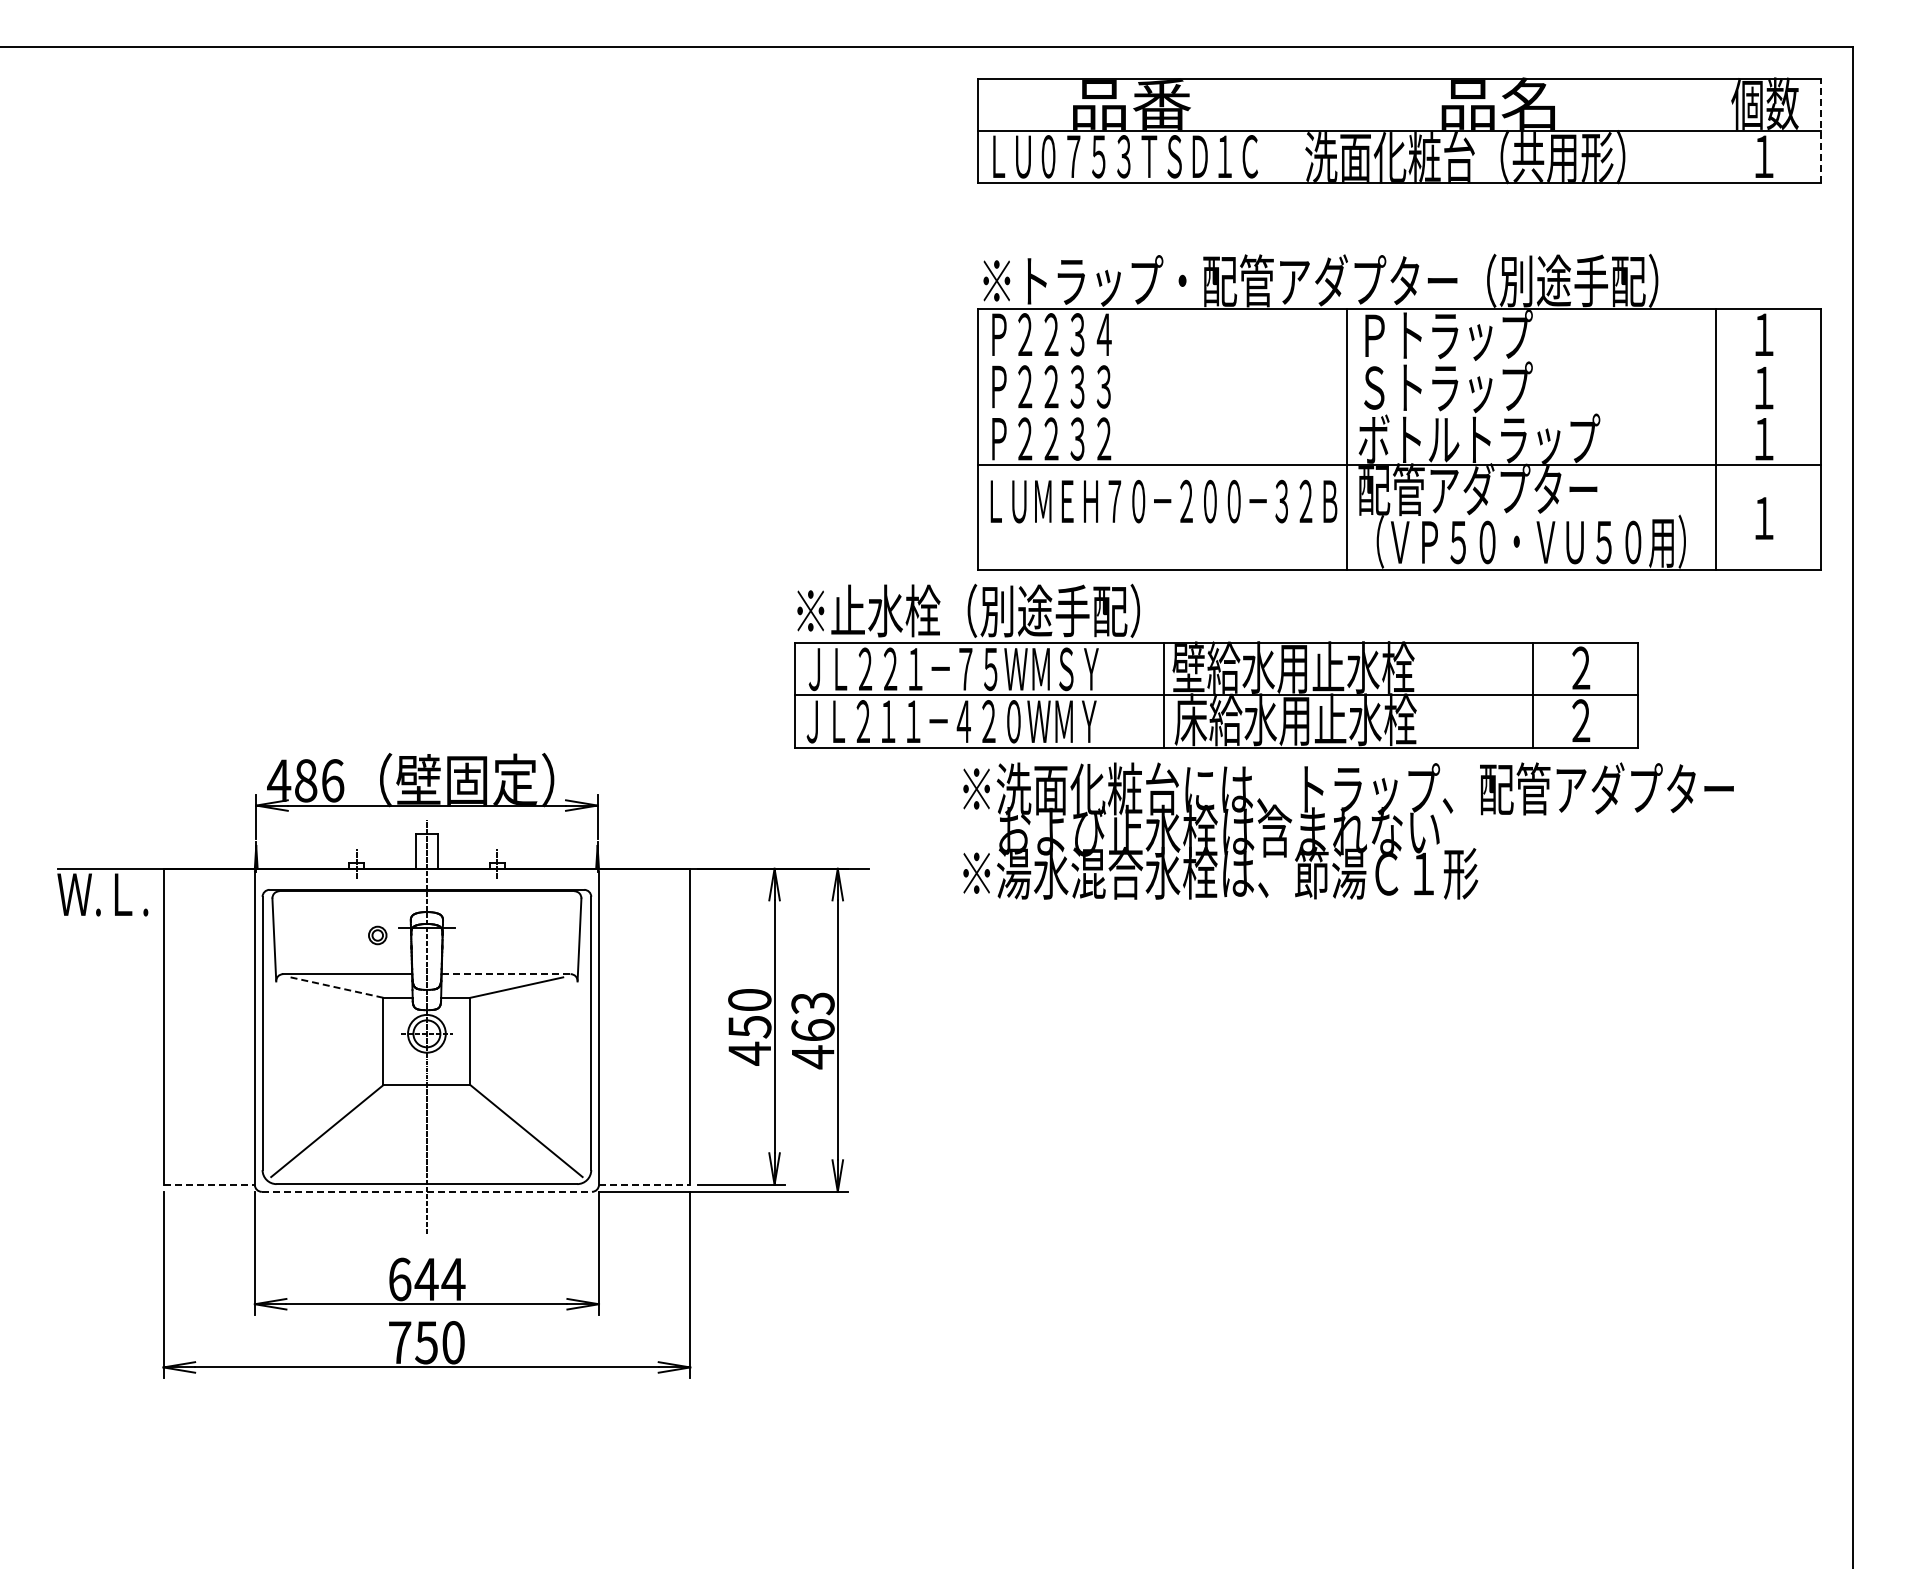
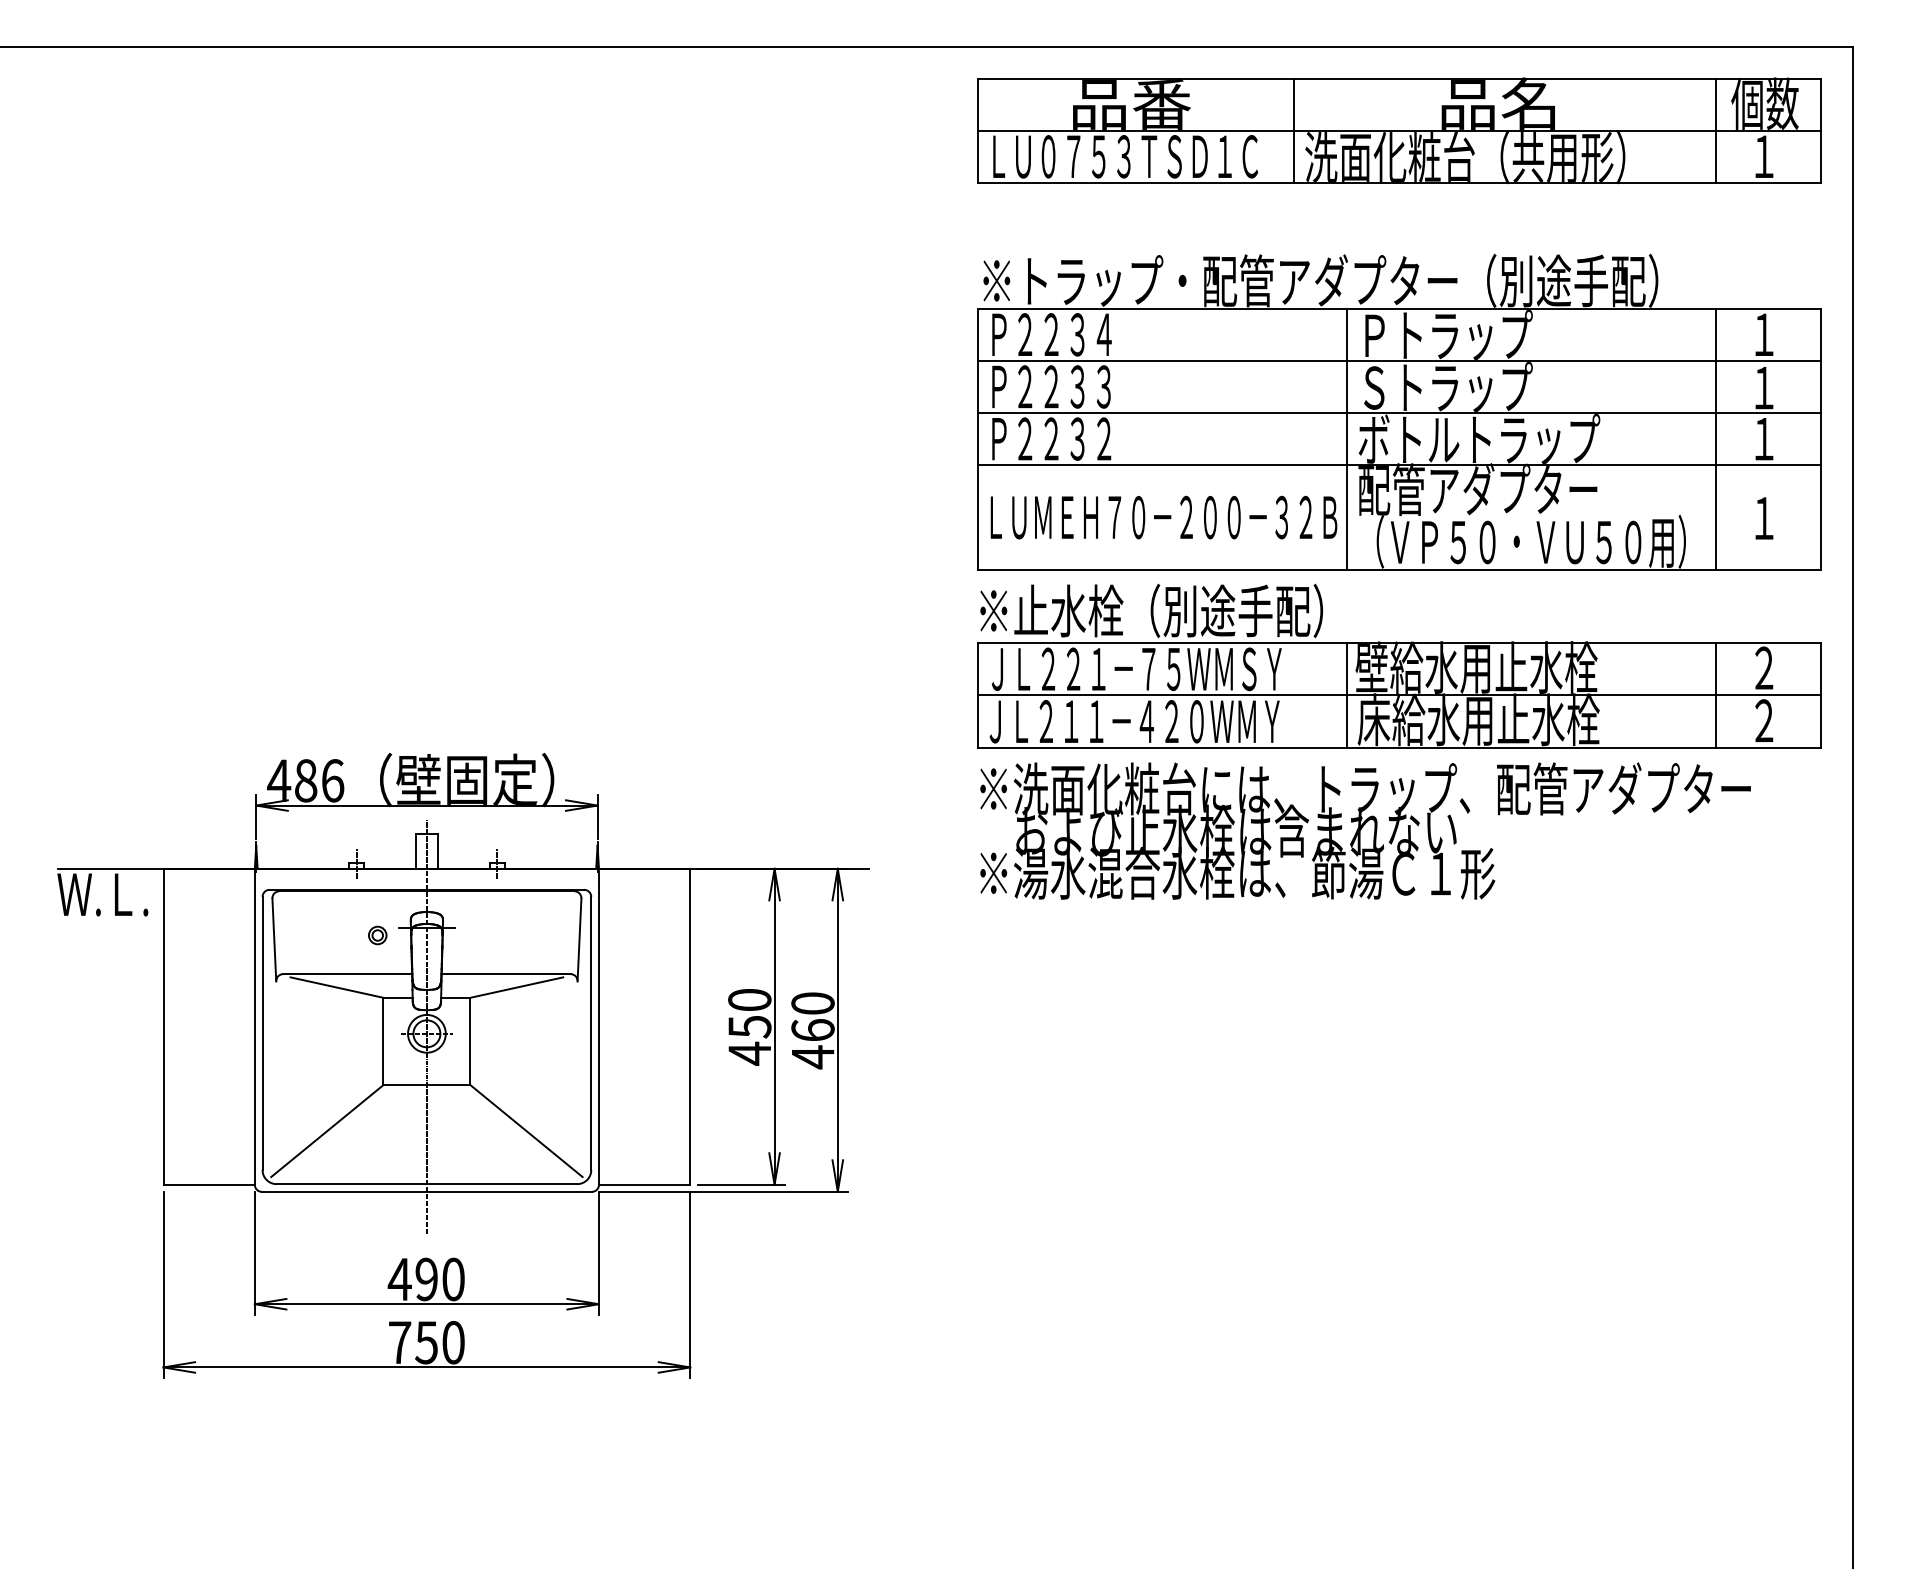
line at (1294, 130): none -> present
line at (1715, 130): none -> present
line at (1821, 130): dashed -> solid
line at (1399, 360): none -> present
line at (1399, 413): none -> present
text at (1163, 501) position: (1163, 501) -> (1163, 517)
part at (1216, 665) position: (1216, 665) -> (1399, 665)
text at (1348, 830) position: (1348, 830) -> (1365, 830)
line at (506, 974): dashed -> solid
line at (336, 987): dashed -> solid
text at (812, 1003): 463 -> 460
line at (209, 1184): dashed -> solid
line at (644, 1184): dashed -> solid
line at (427, 1191): dashed -> solid
text at (426, 1279): 644 -> 490
